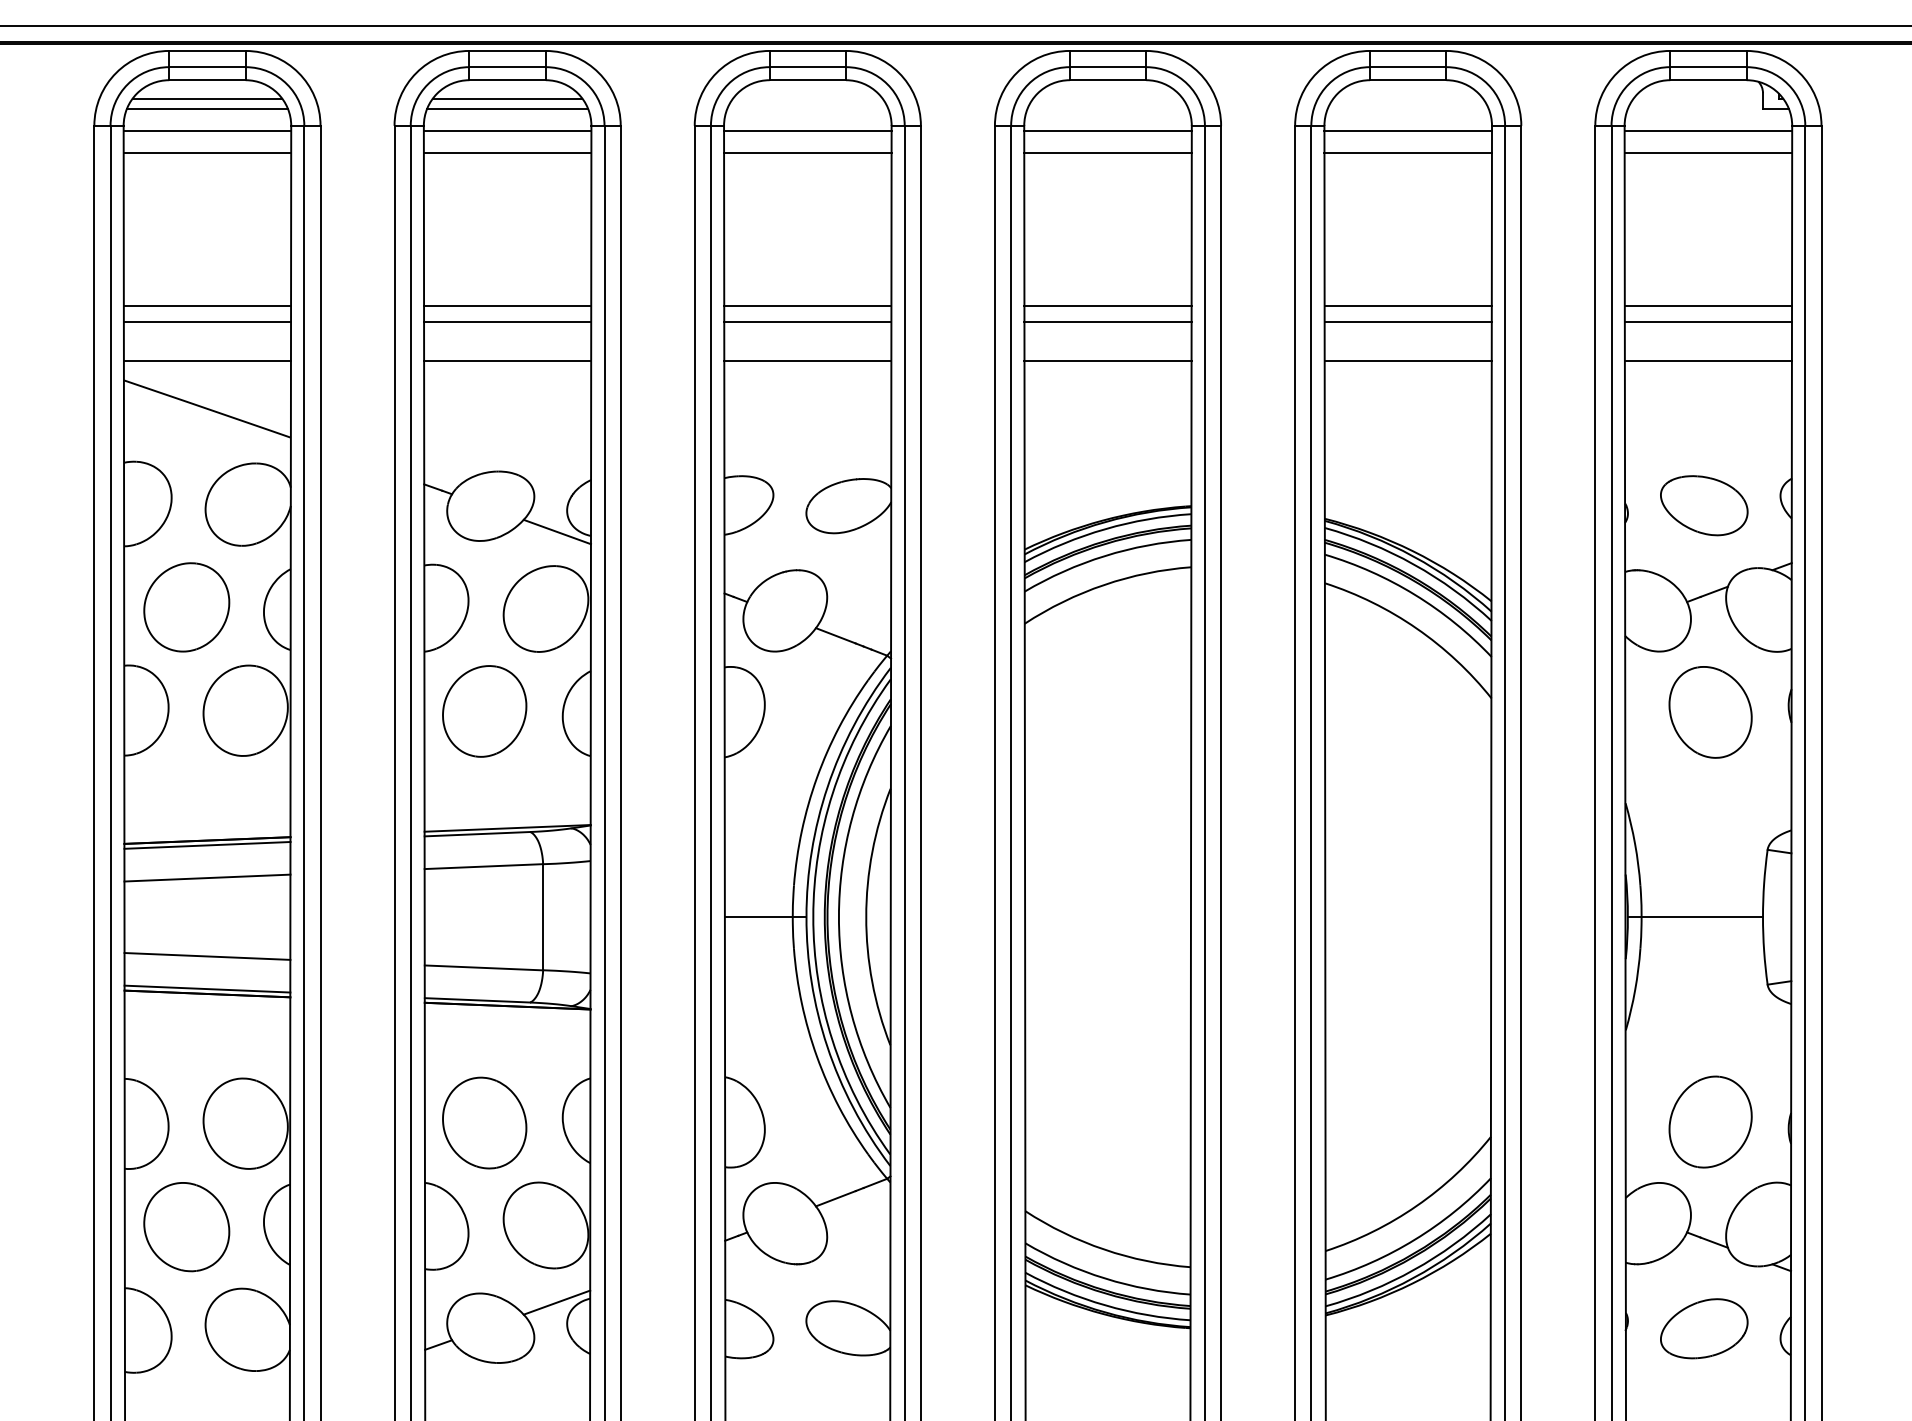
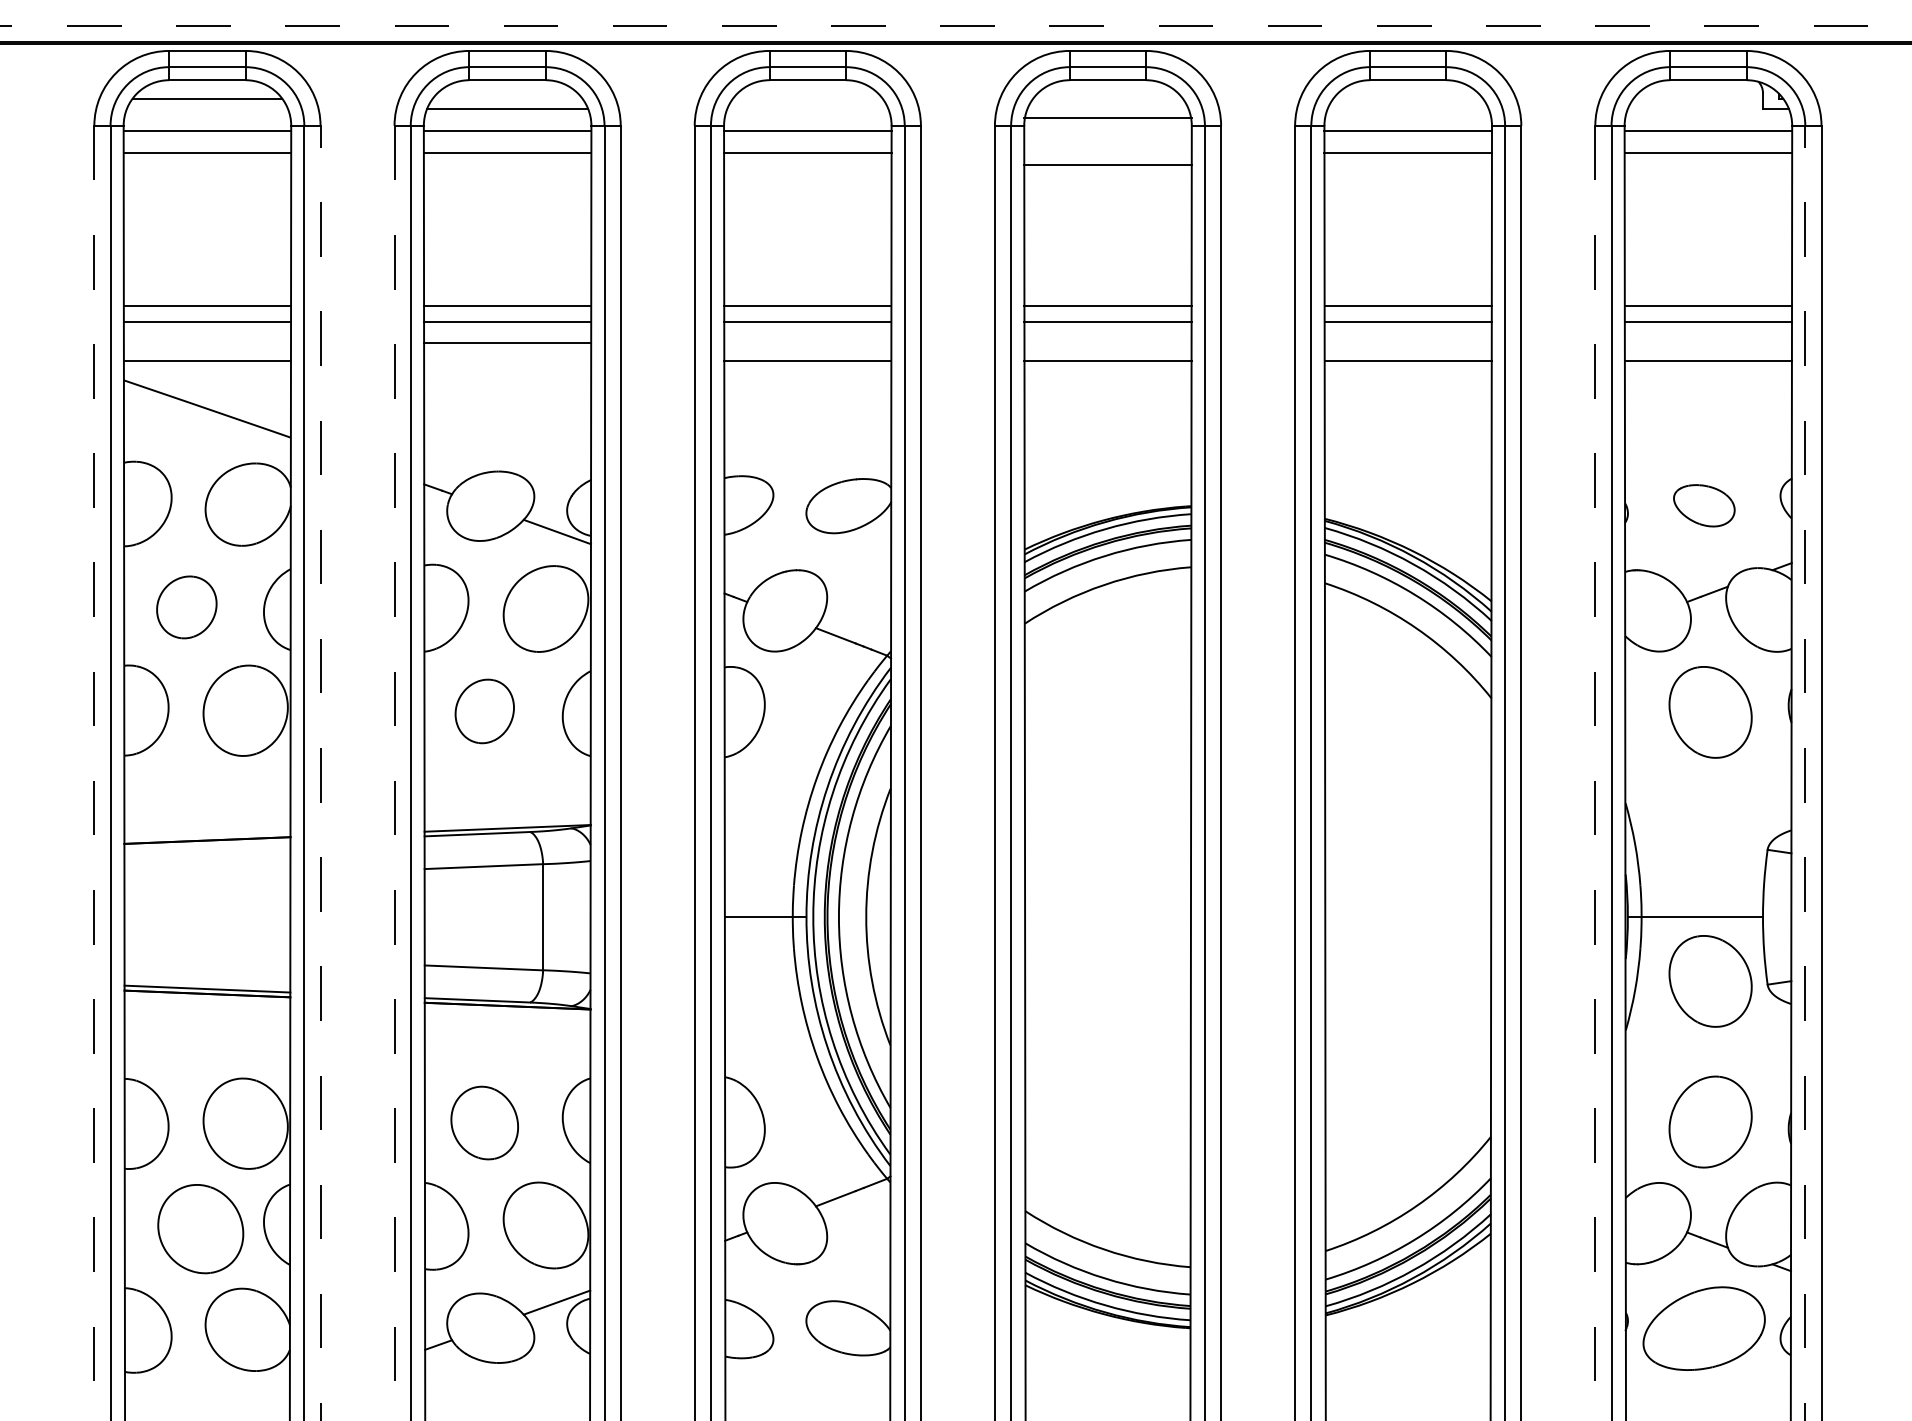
line at (955, 26): solid -> dashed
line at (507, 98): present -> none
line at (207, 109): present -> none
line at (1107, 131) position: (1107, 131) -> (1107, 118)
line at (1107, 153) position: (1107, 153) -> (1107, 165)
line at (507, 360) position: (507, 360) -> (507, 342)
part at (1704, 505) size: 89x62 px -> 63x44 px
part at (186, 607) size: 88x91 px -> 62x65 px
part at (484, 711) size: 86x93 px -> 61x67 px
line at (320, 772): solid -> dashed
line at (1805, 772): solid -> dashed
line at (94, 773): solid -> dashed
line at (394, 773): solid -> dashed
line at (1595, 773): solid -> dashed
line at (207, 845): present -> none
line at (207, 877): present -> none
line at (207, 956): present -> none
part at (1710, 981): none -> present
part at (484, 1122) size: 86x94 px -> 69x76 px
part at (186, 1227) position: (186, 1227) -> (200, 1229)
part at (1704, 1328) size: 89x62 px -> 124x85 px
